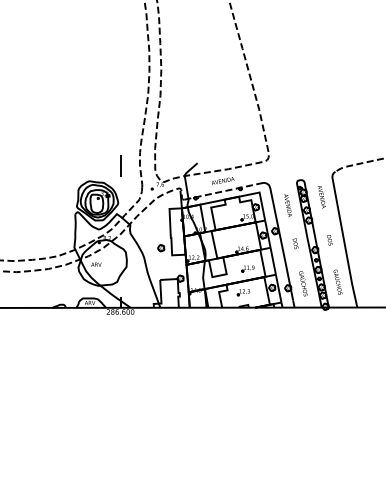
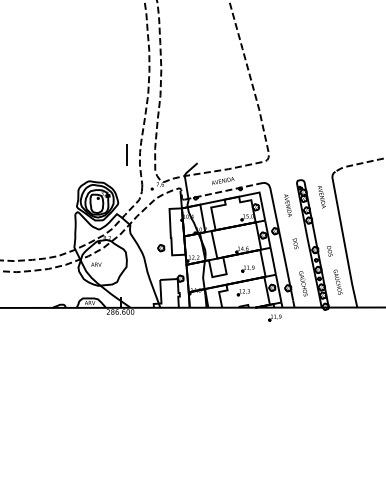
line at (120, 165) position: (120, 165) -> (126, 154)
text at (329, 240) position: (329, 240) -> (329, 251)
part at (274, 317): none -> present
